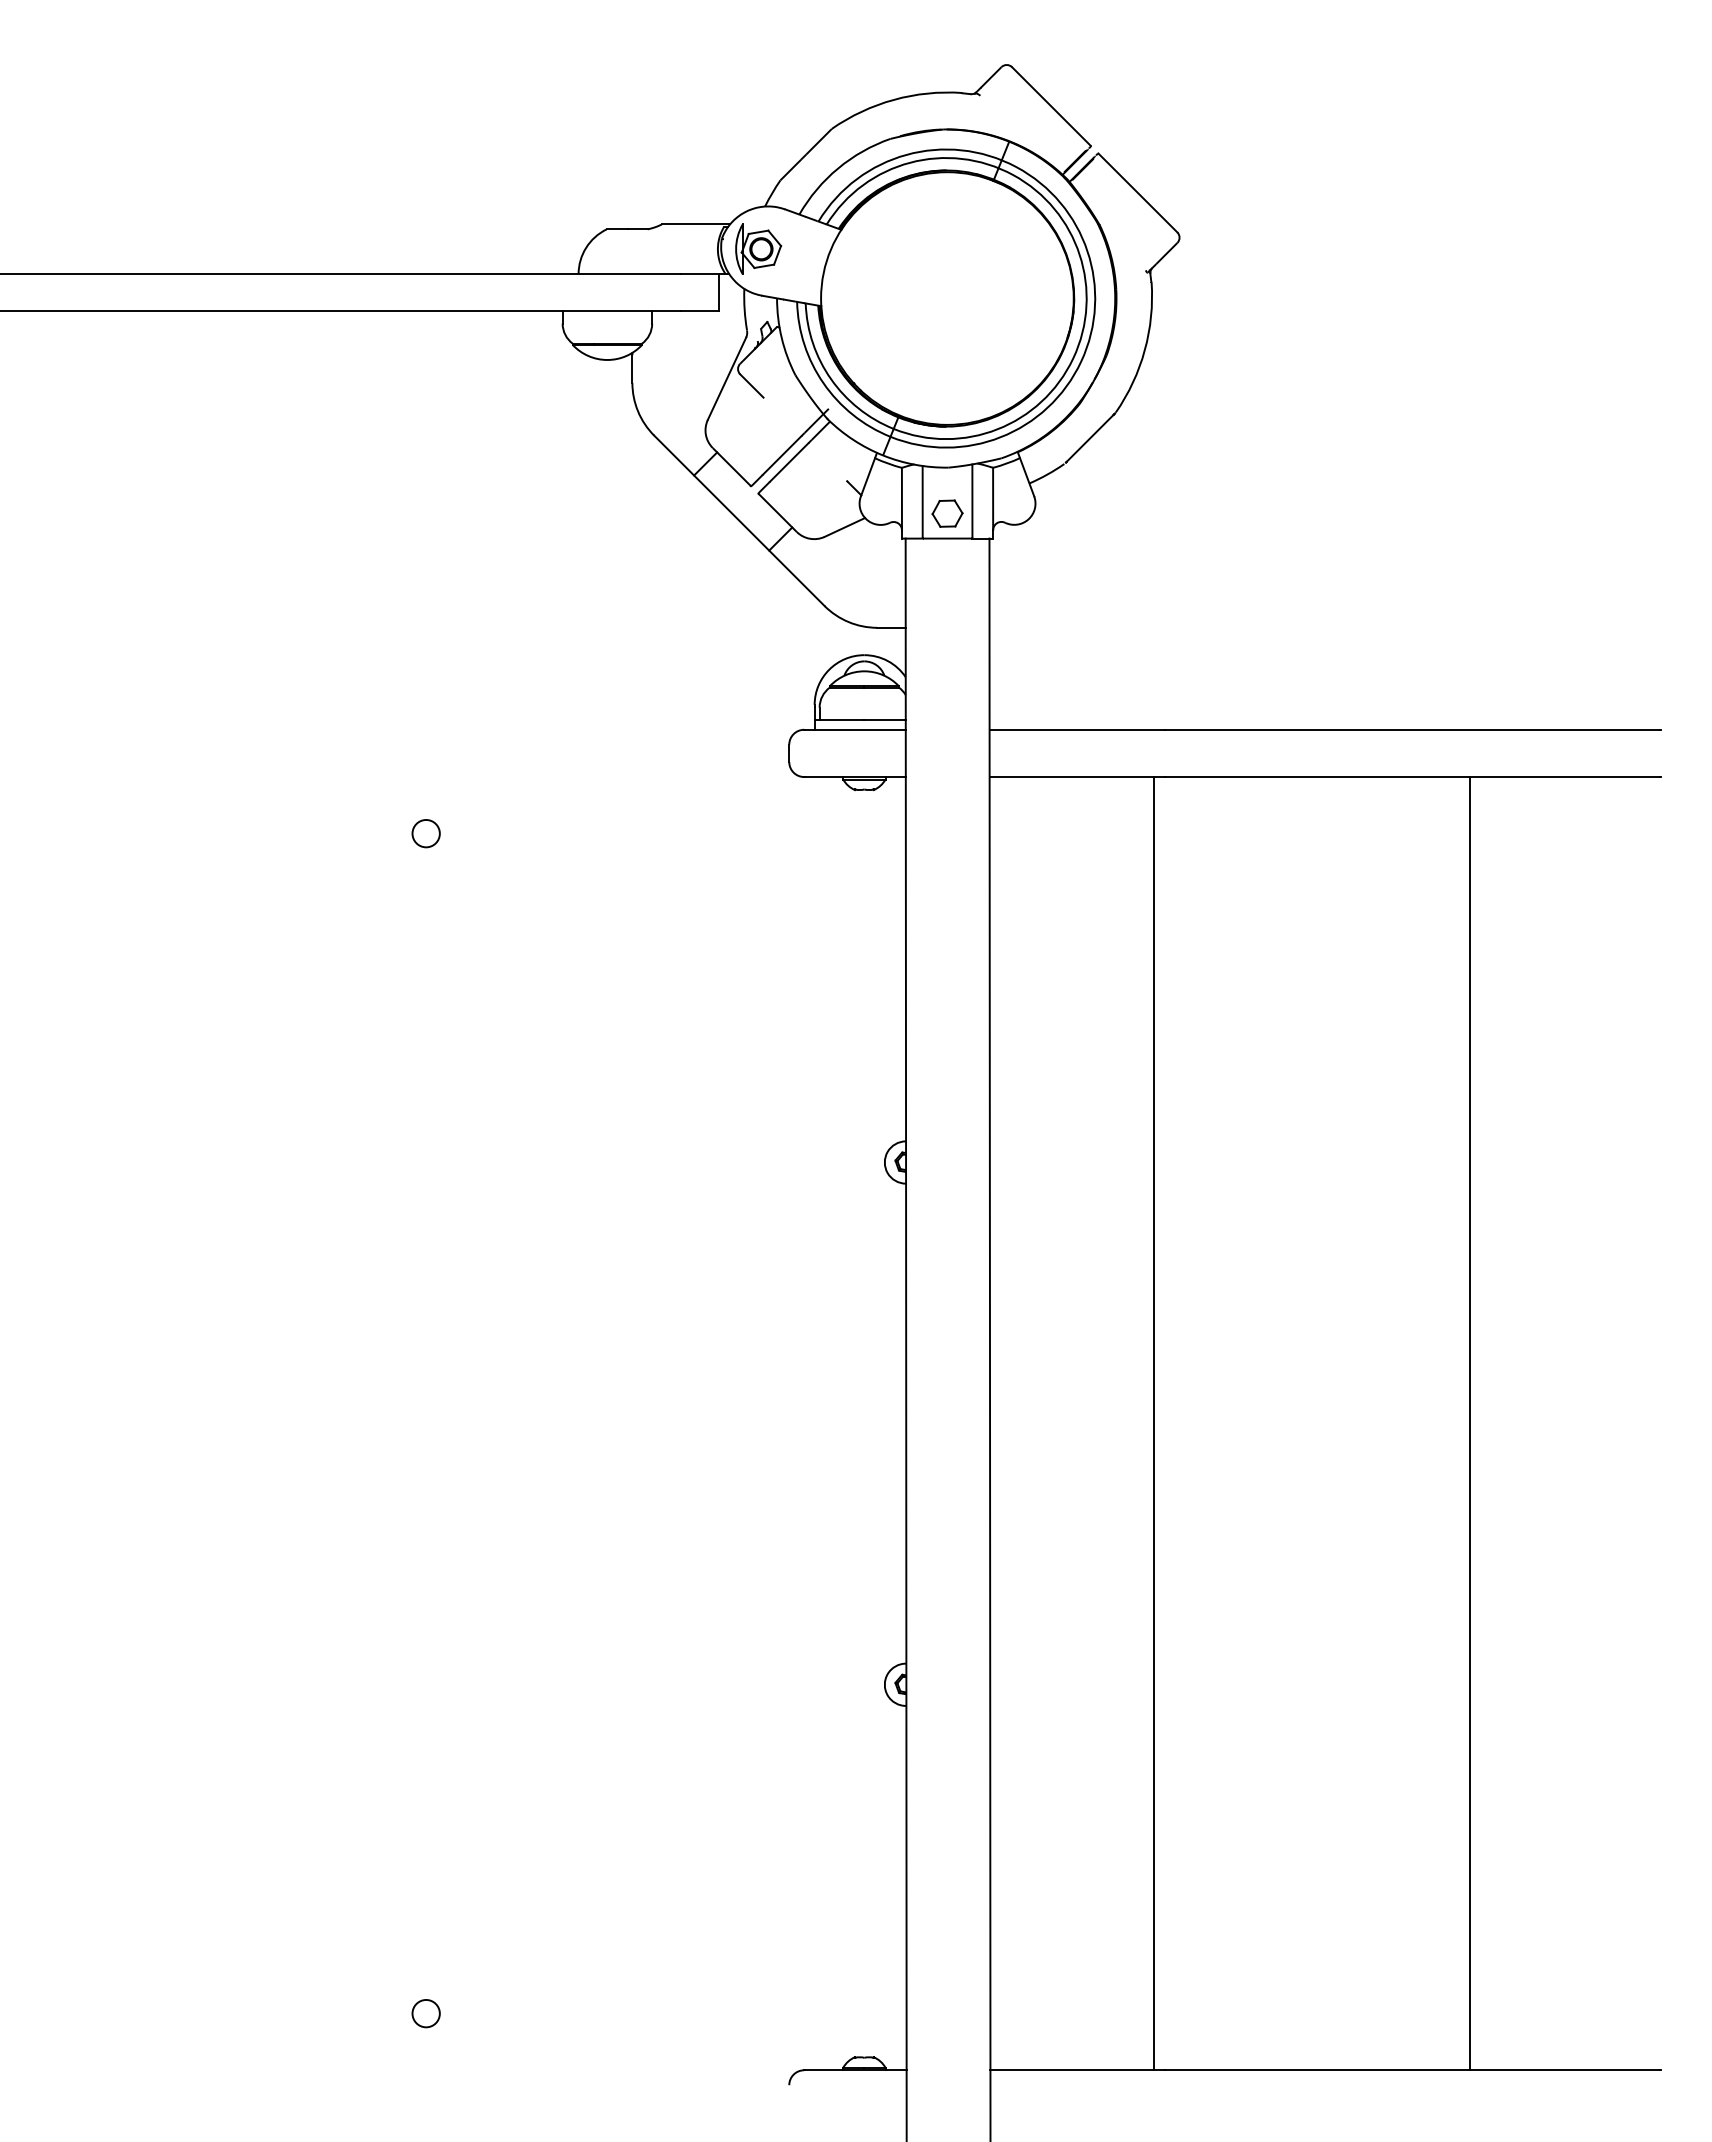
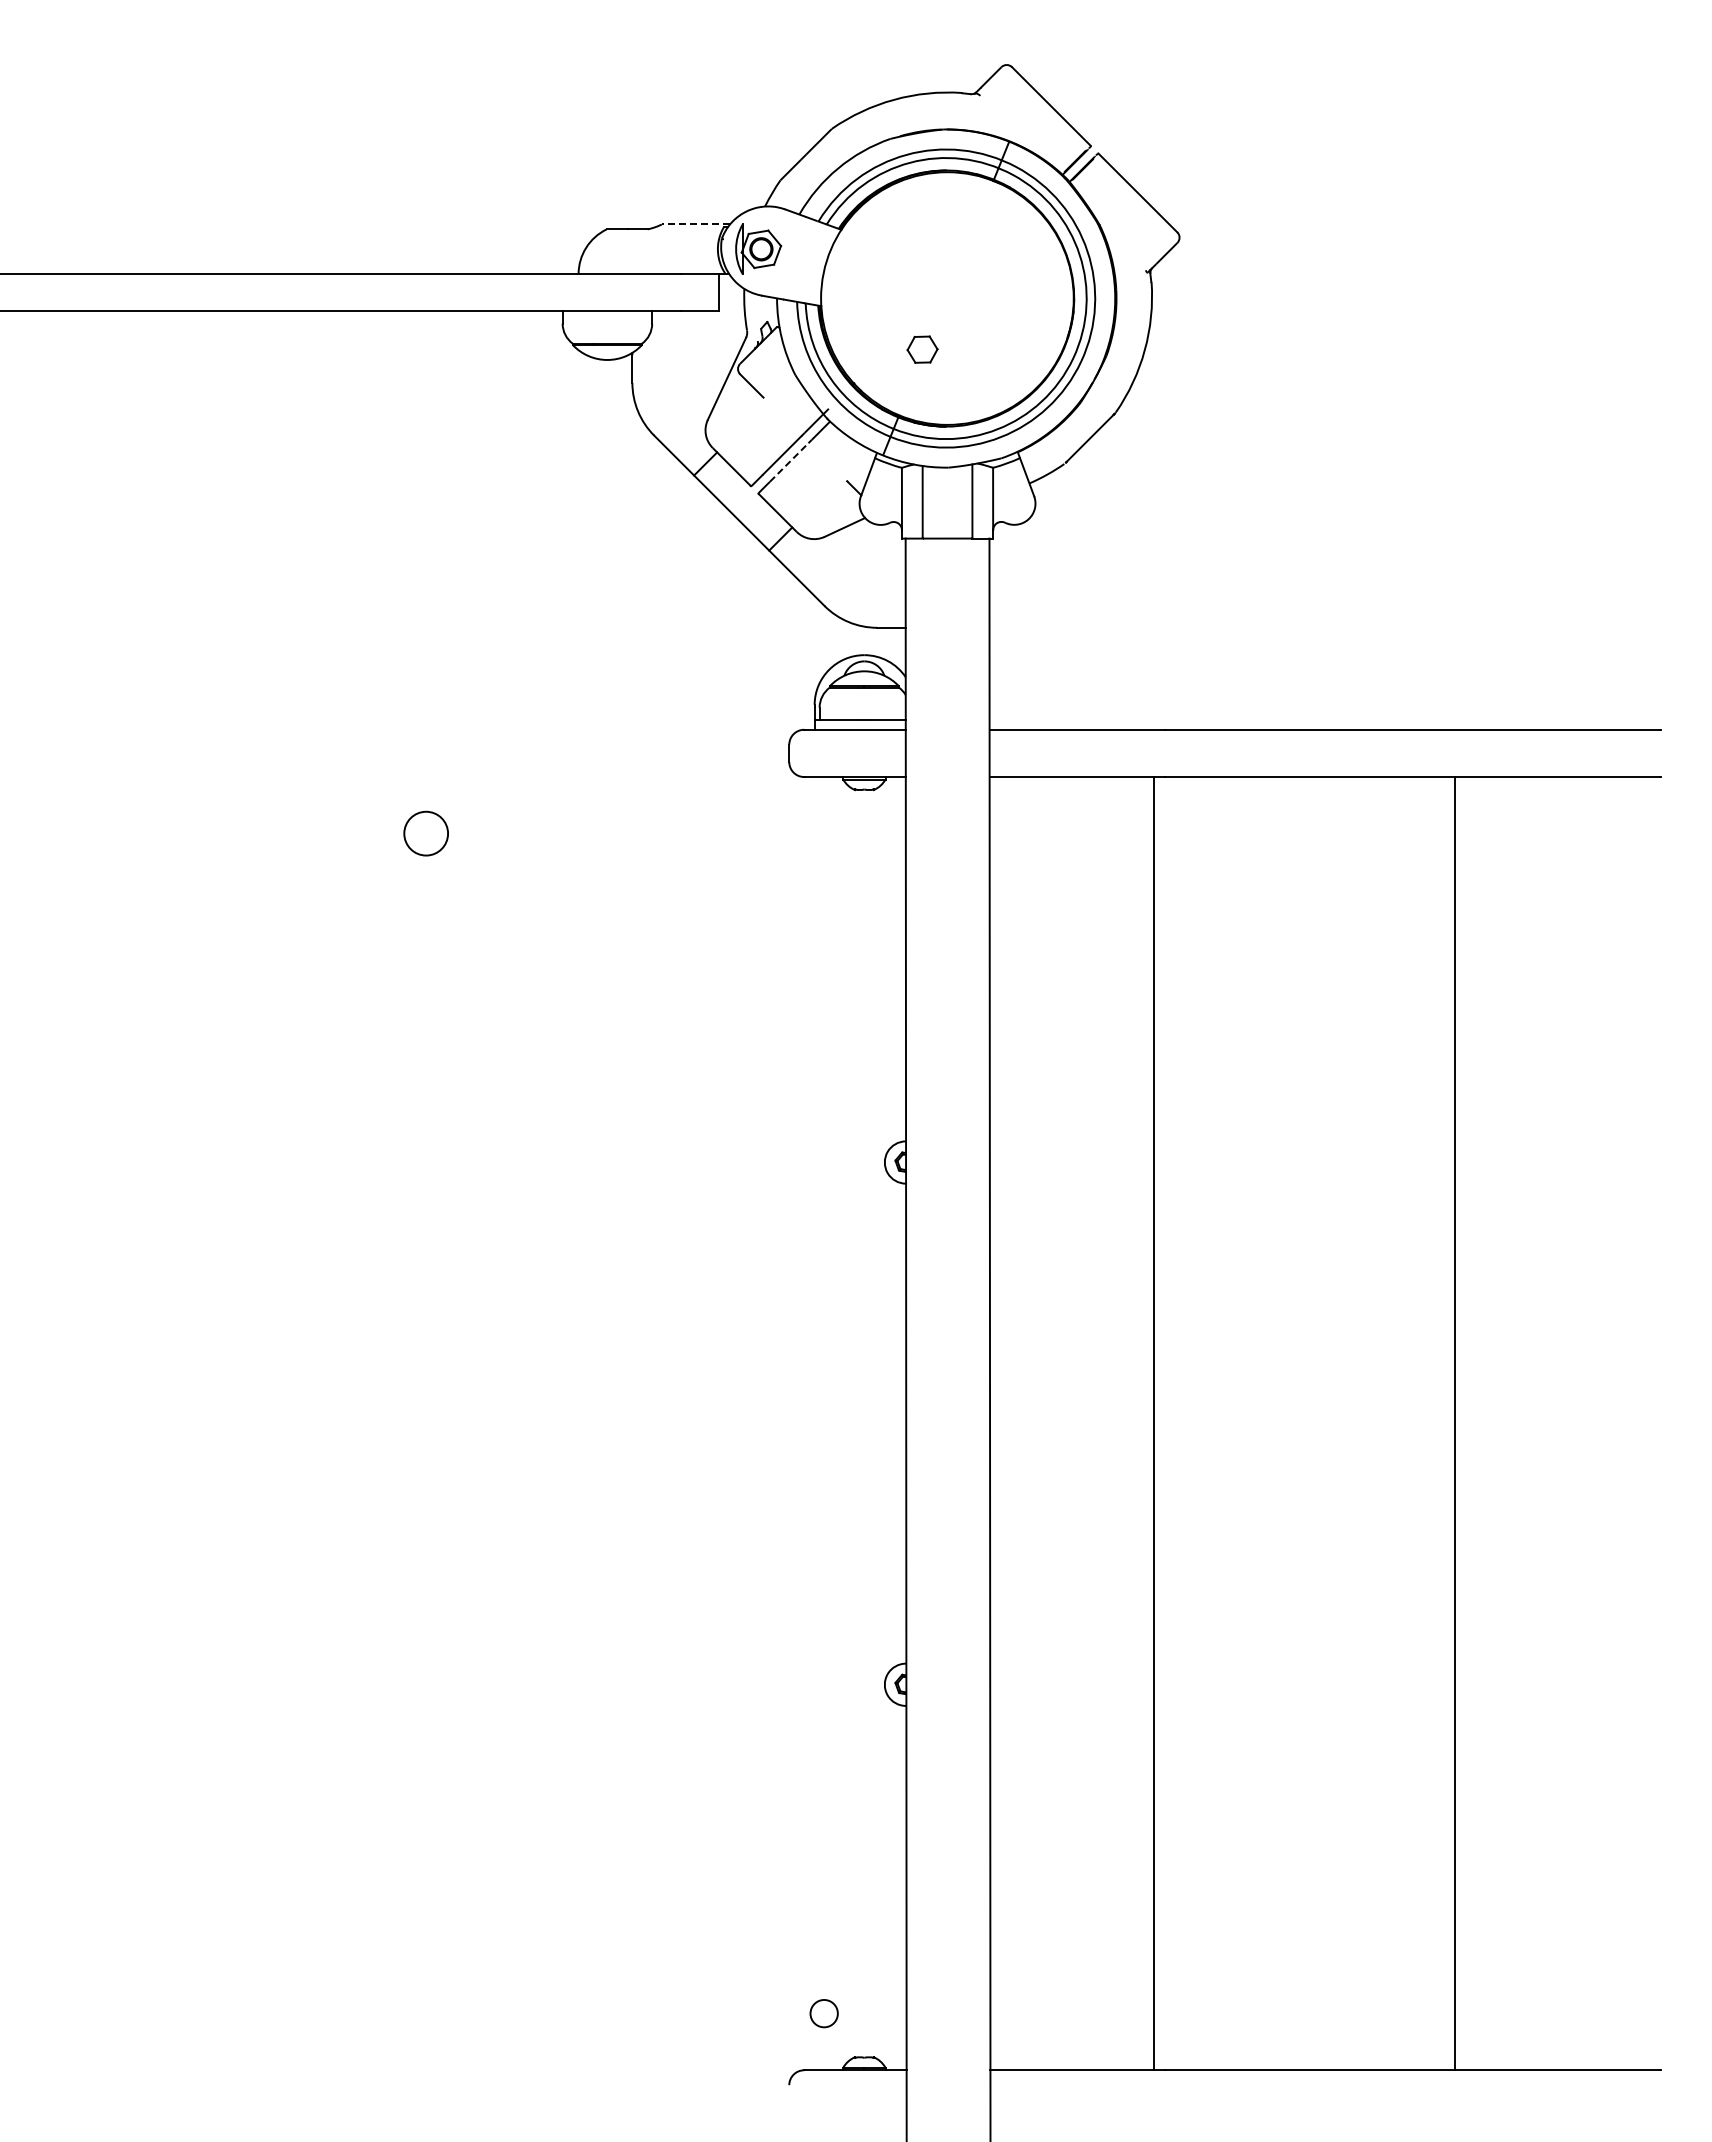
line at (695, 224): solid -> dashed
line at (789, 462): solid -> dashed
part at (947, 513) position: (947, 513) -> (922, 349)
circle at (425, 833) diameter: 27 px -> 44 px
line at (1470, 1423) position: (1470, 1423) -> (1455, 1423)
circle at (425, 2013) position: (425, 2013) -> (823, 2013)
